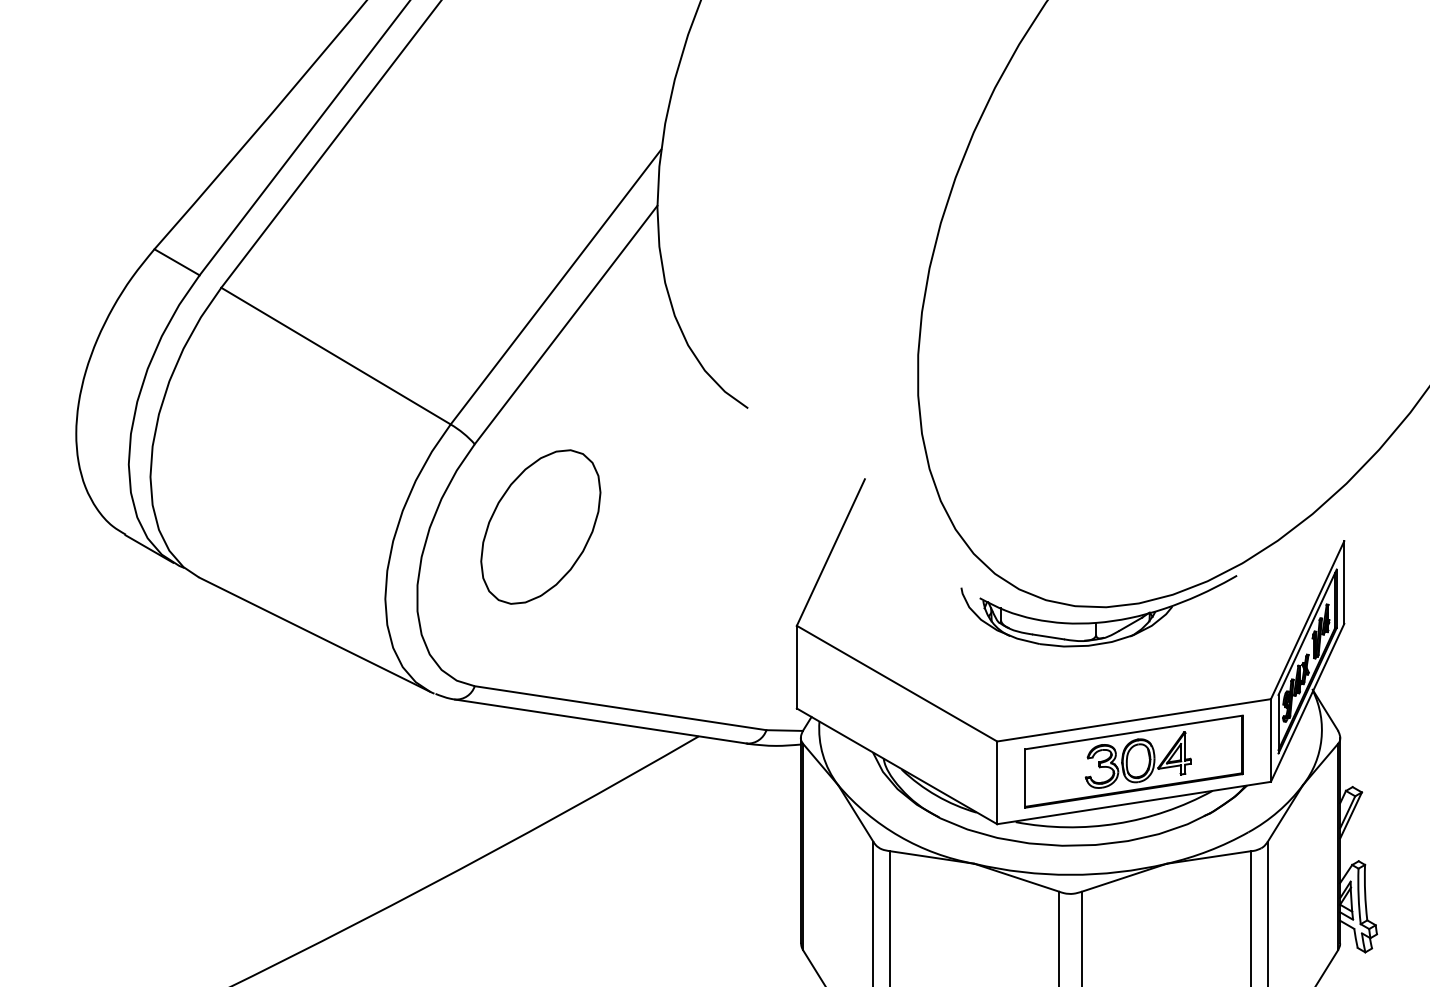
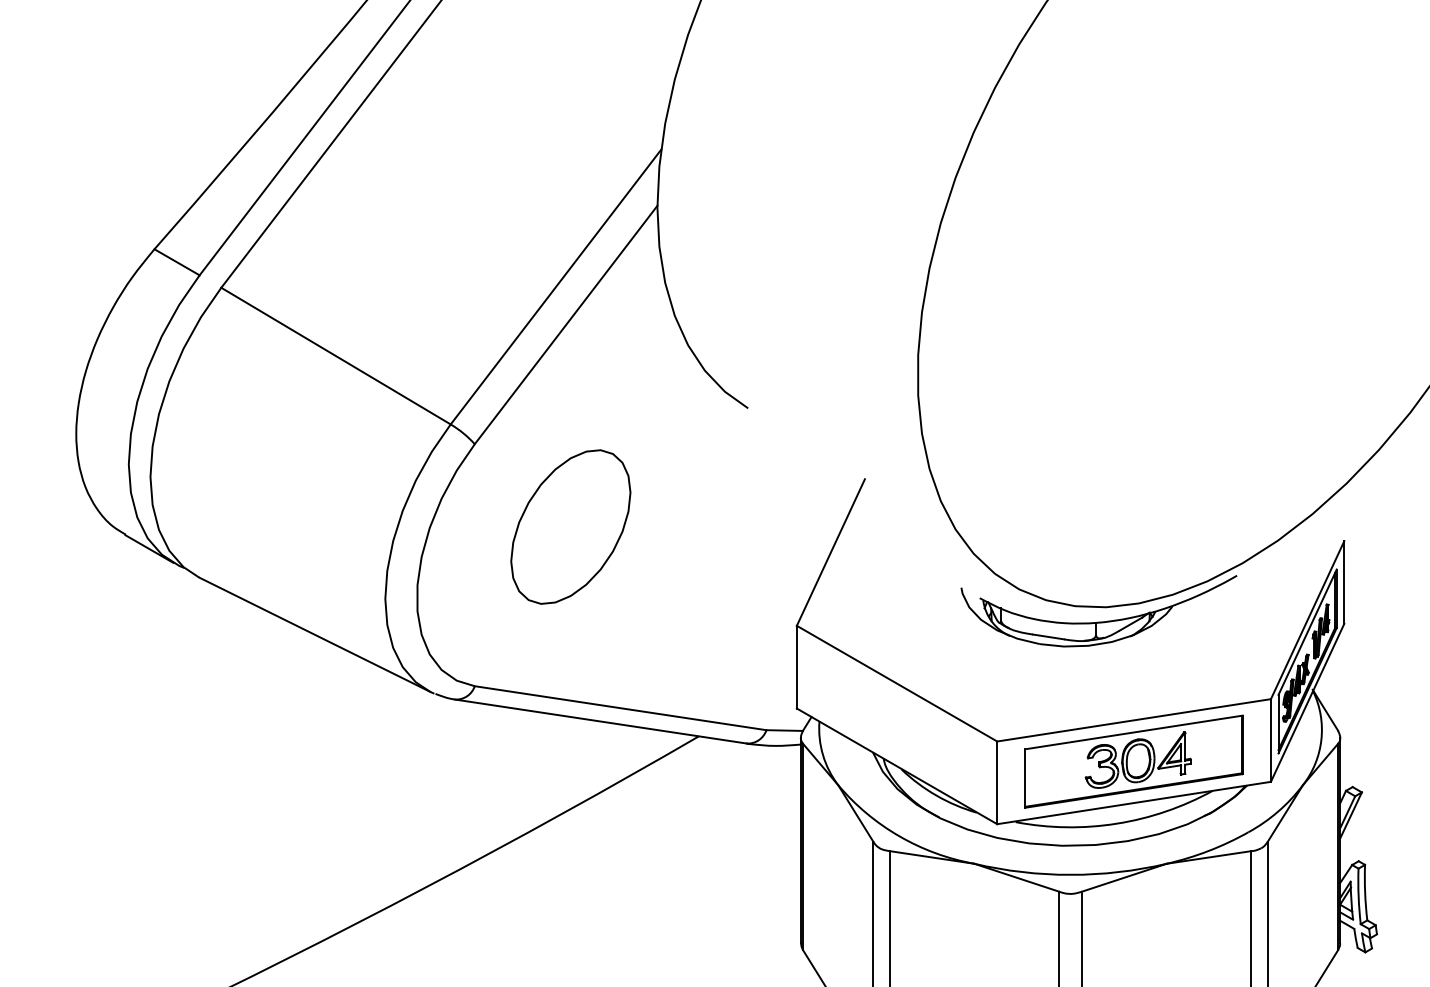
part at (540, 526) position: (540, 526) -> (570, 526)
